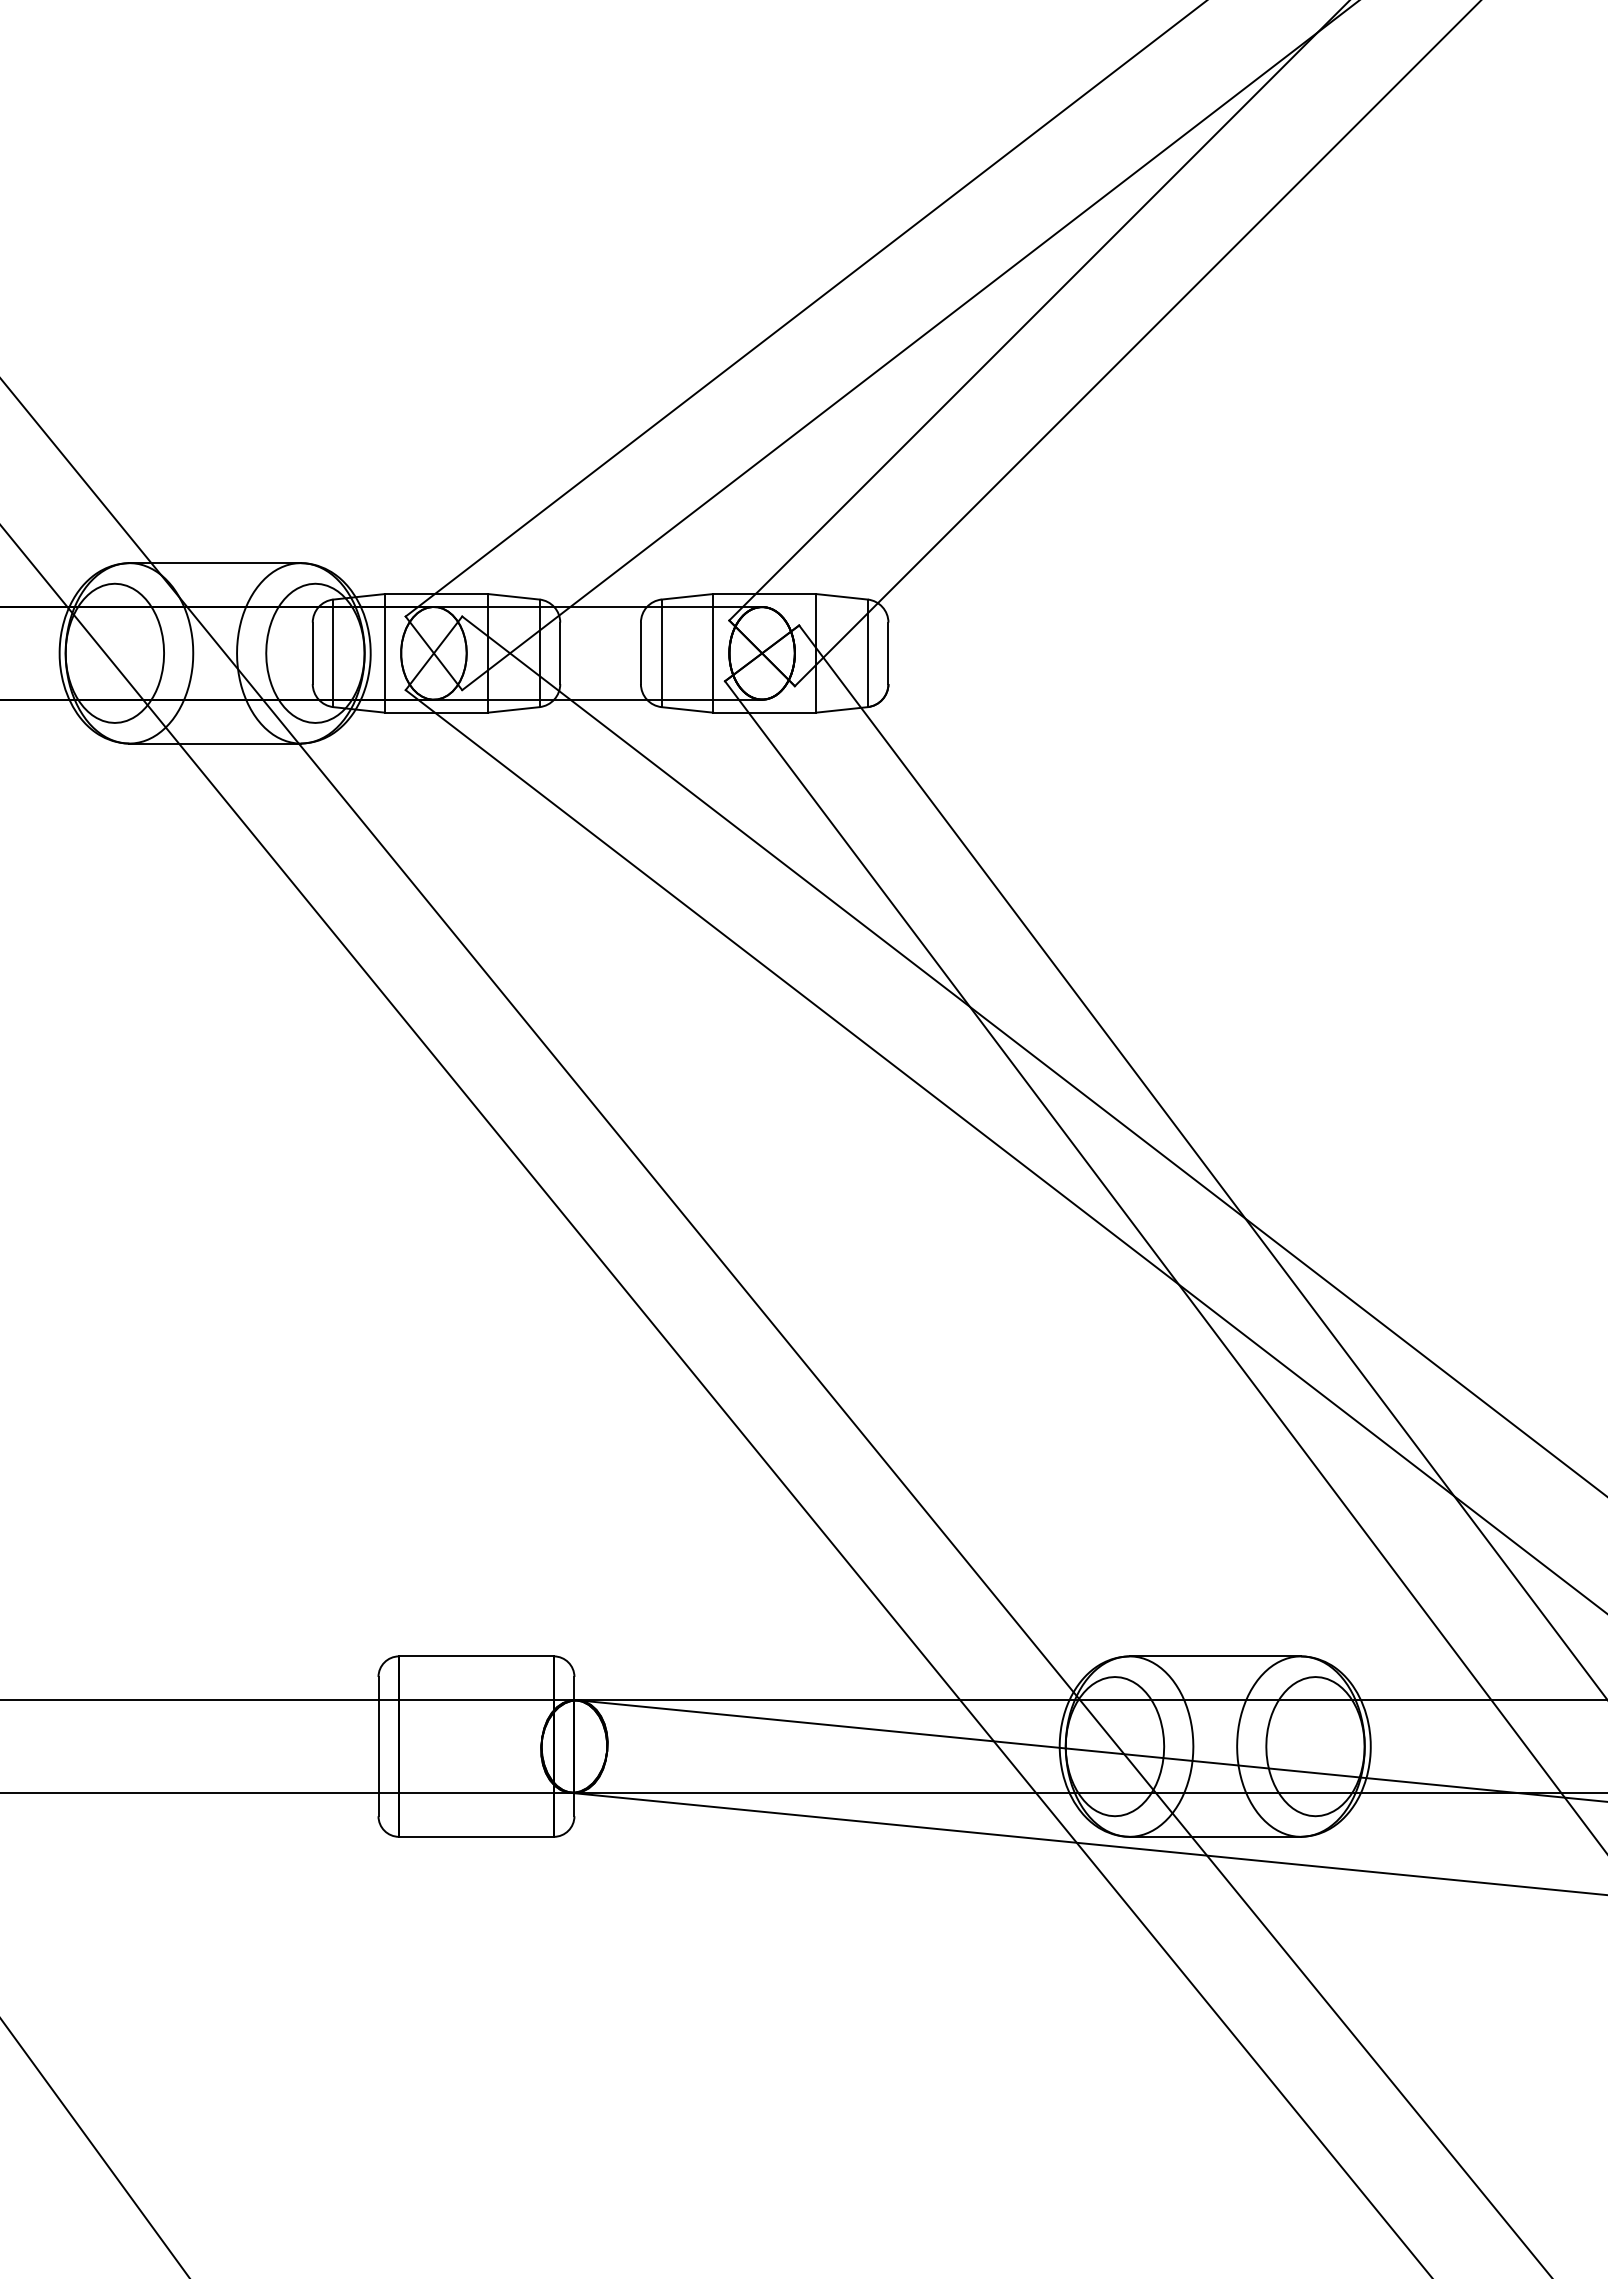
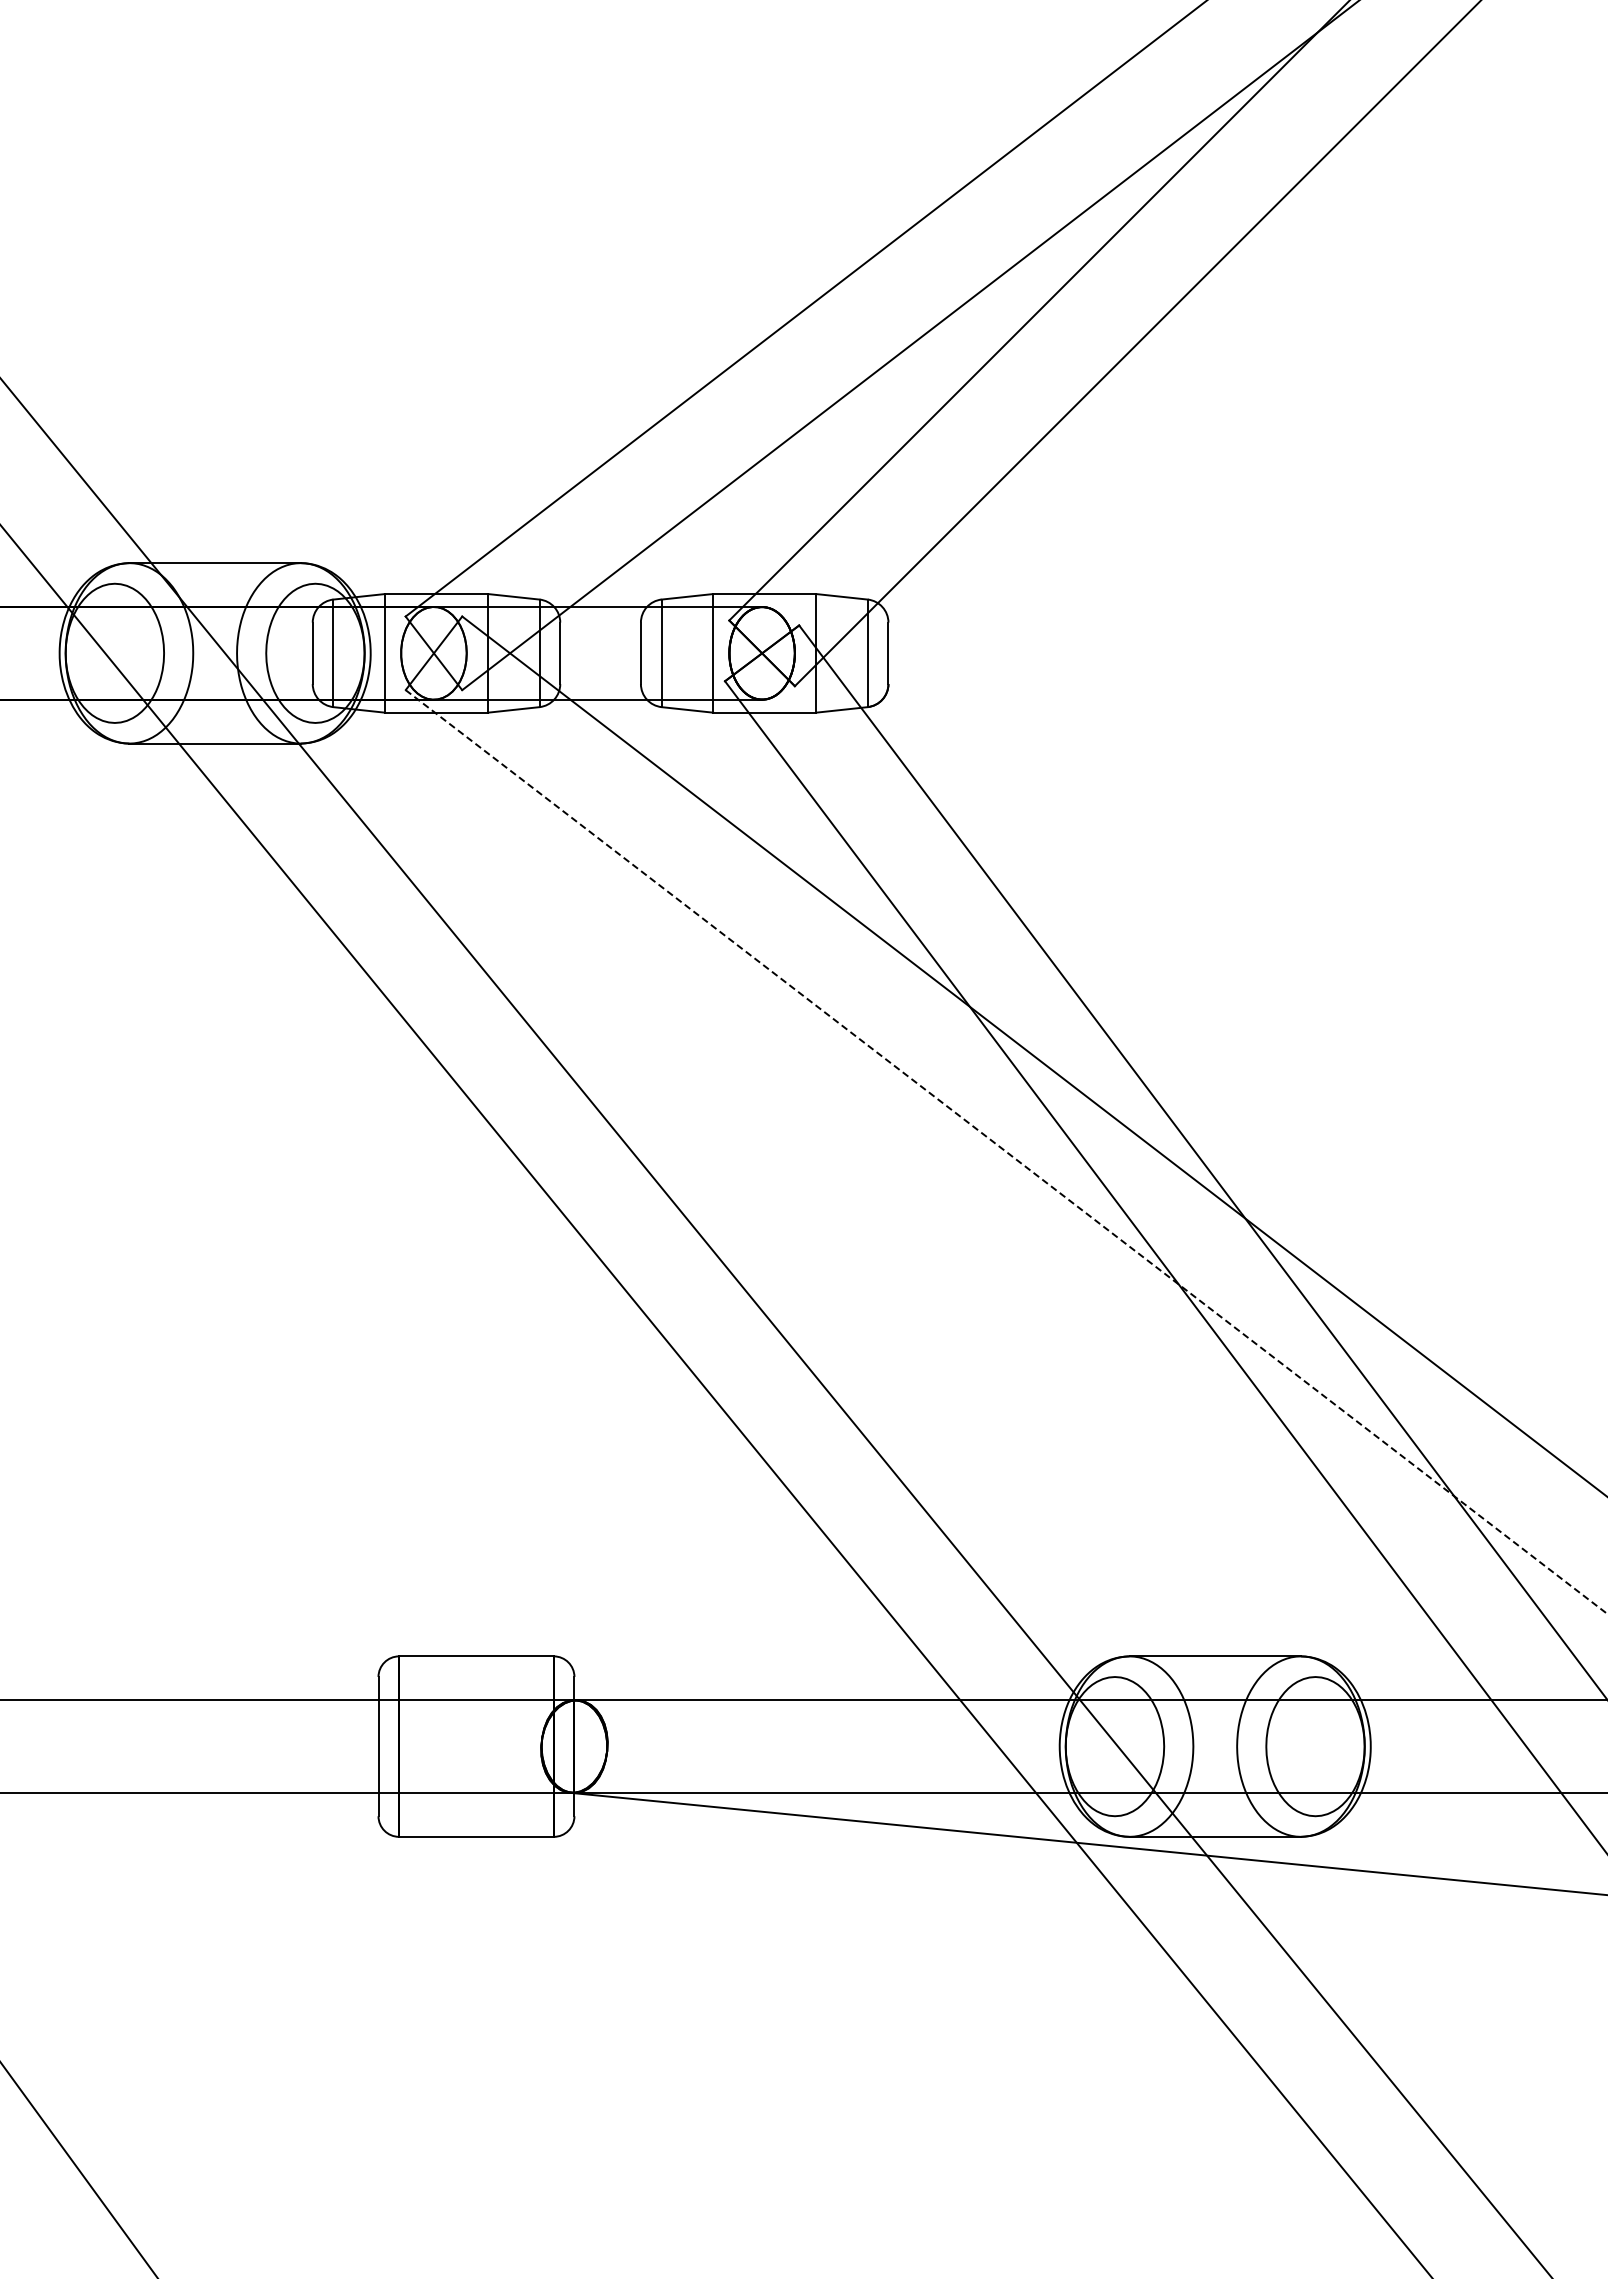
line at (1006, 1152): solid -> dashed
line at (1091, 1750): present -> none
line at (94, 2147) position: (94, 2147) -> (78, 2169)
